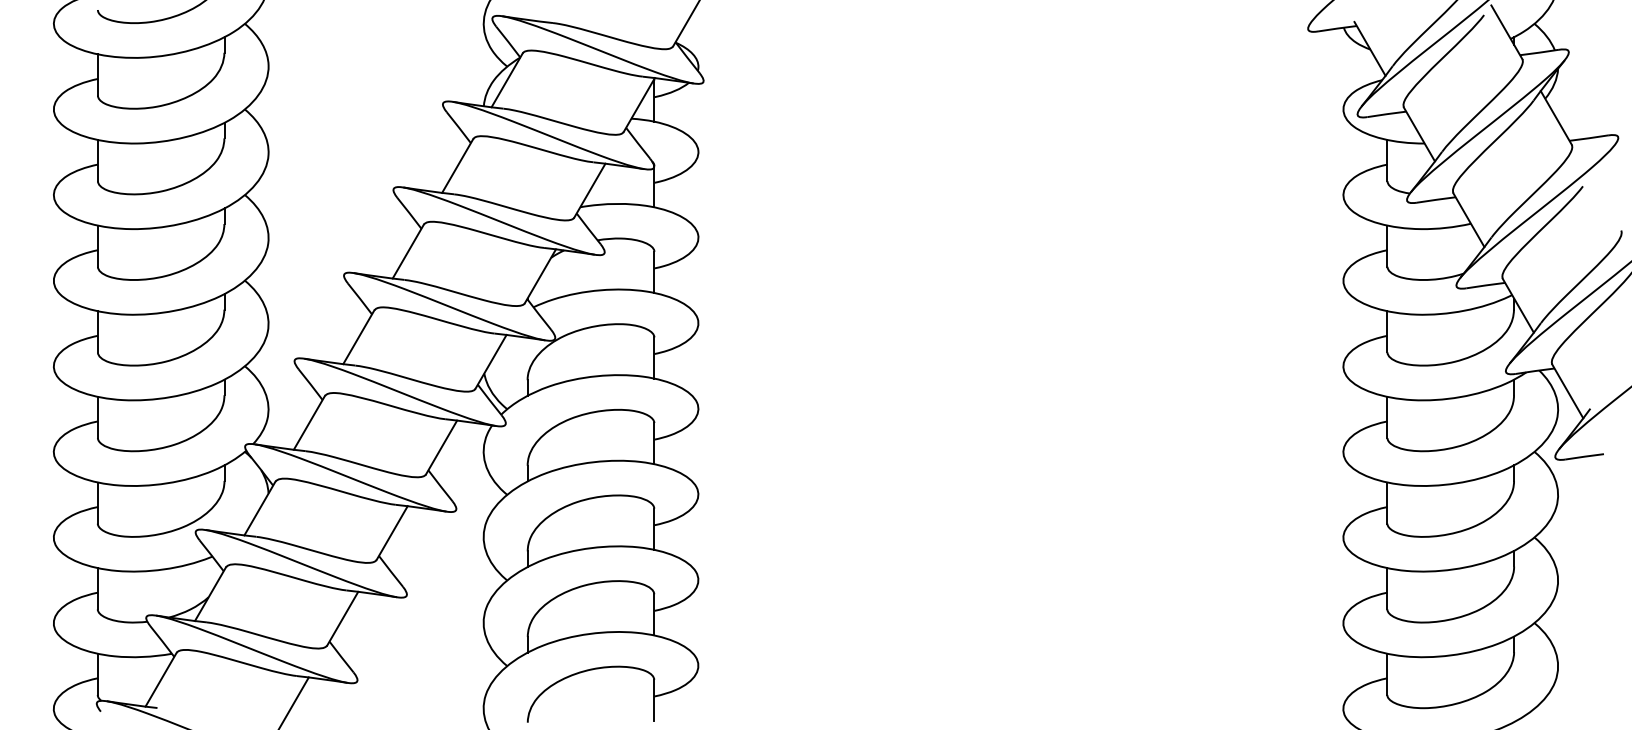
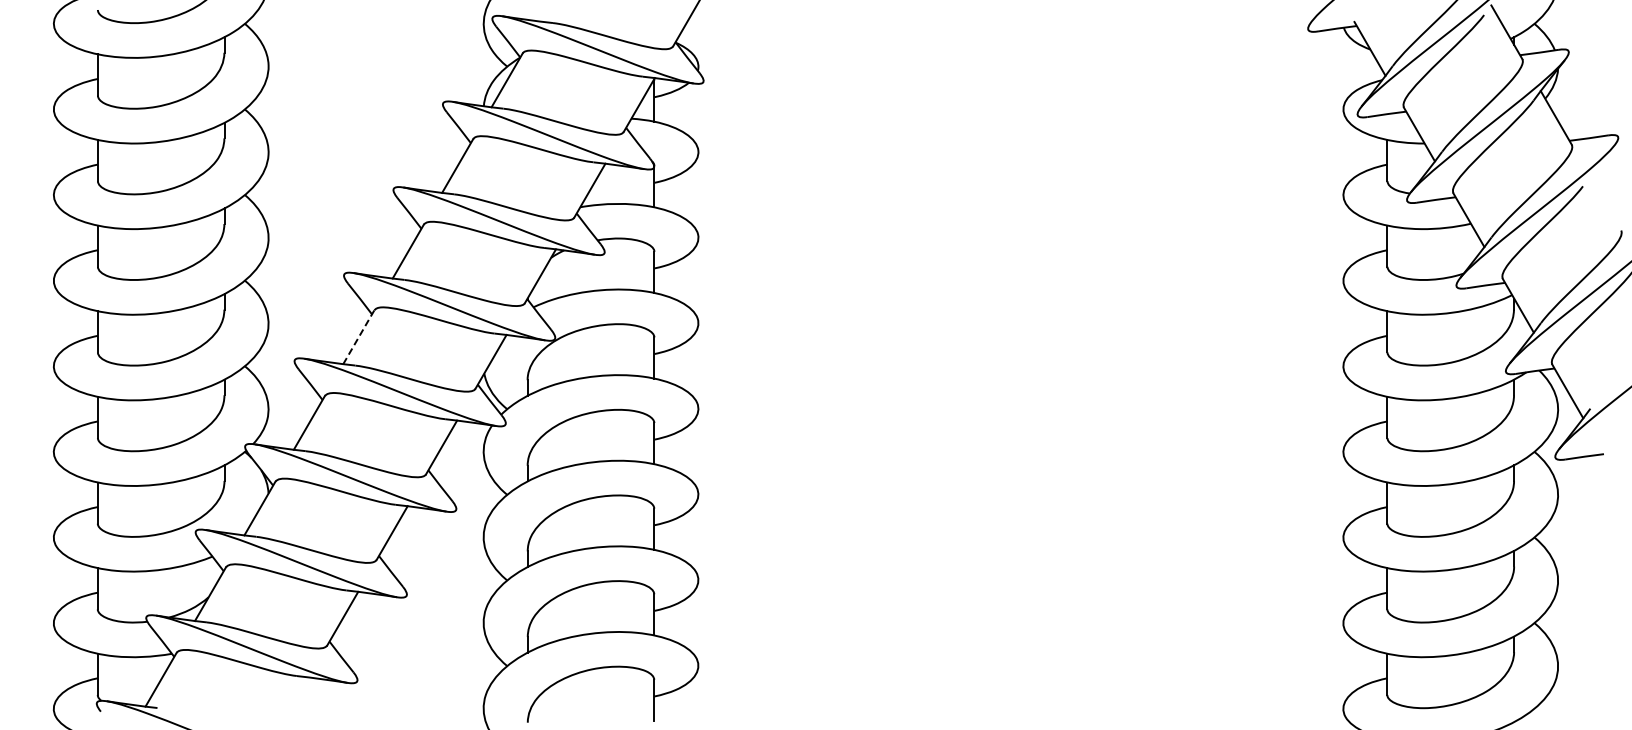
line at (359, 336): solid -> dashed
line at (294, 701): present -> none
